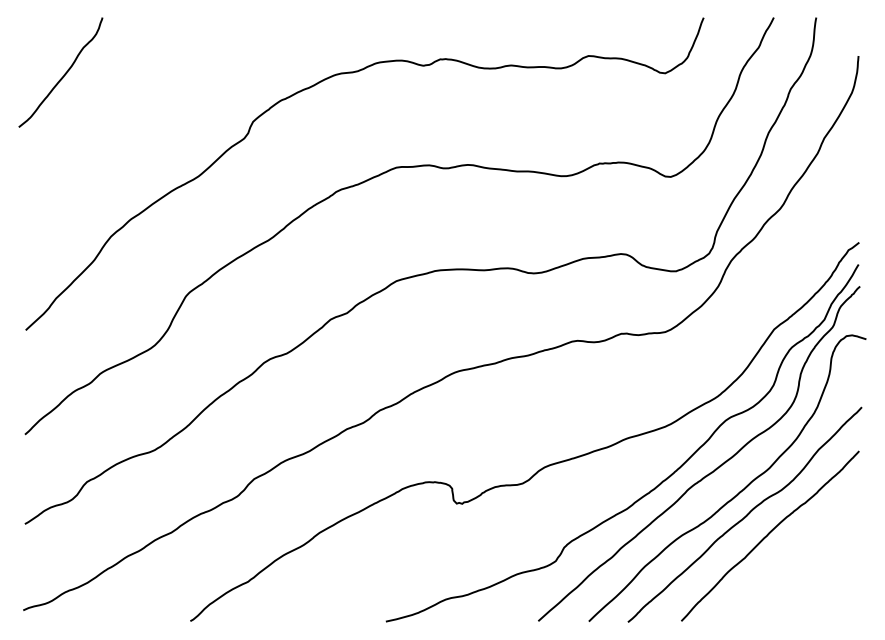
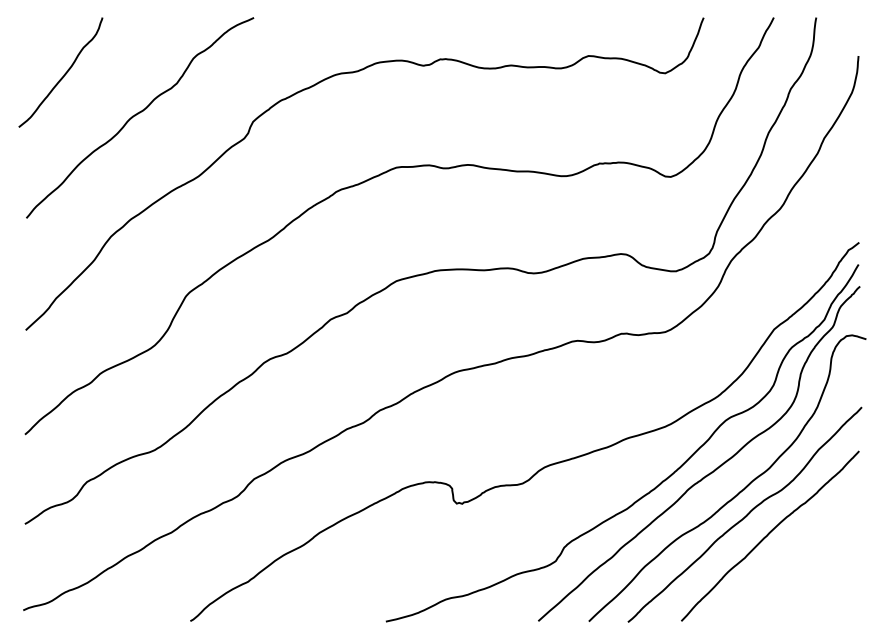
curve at (138, 114): none -> present
